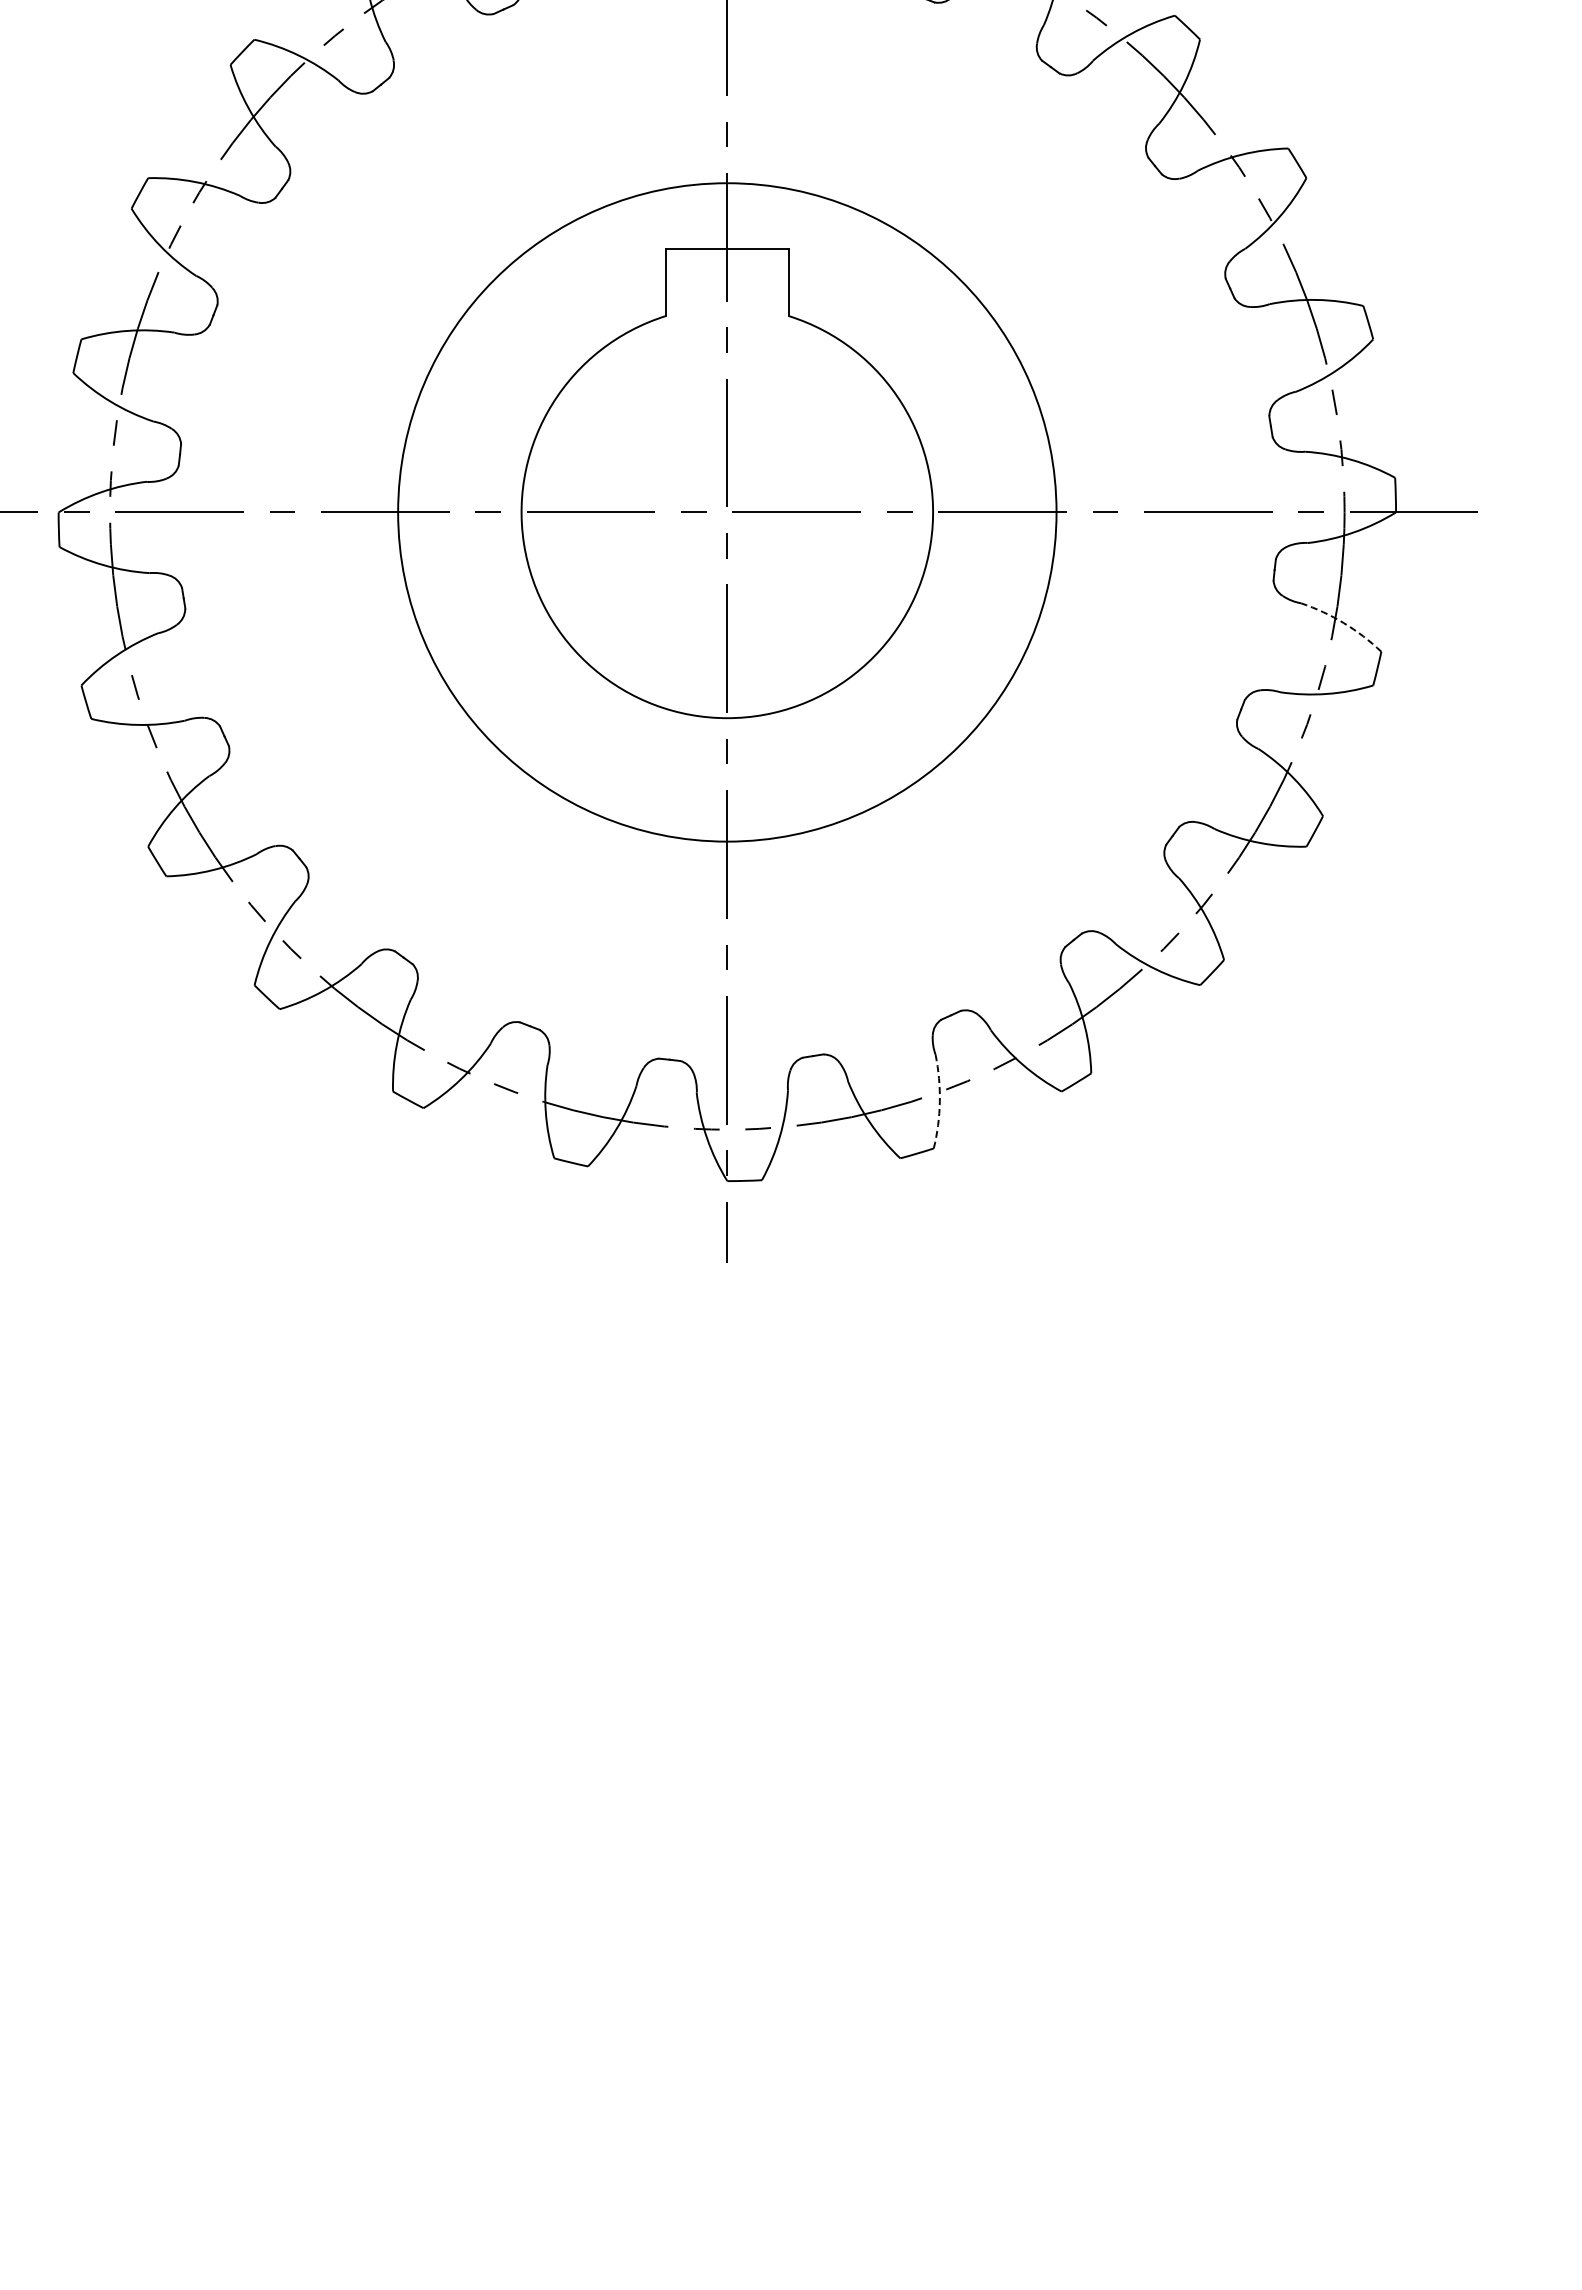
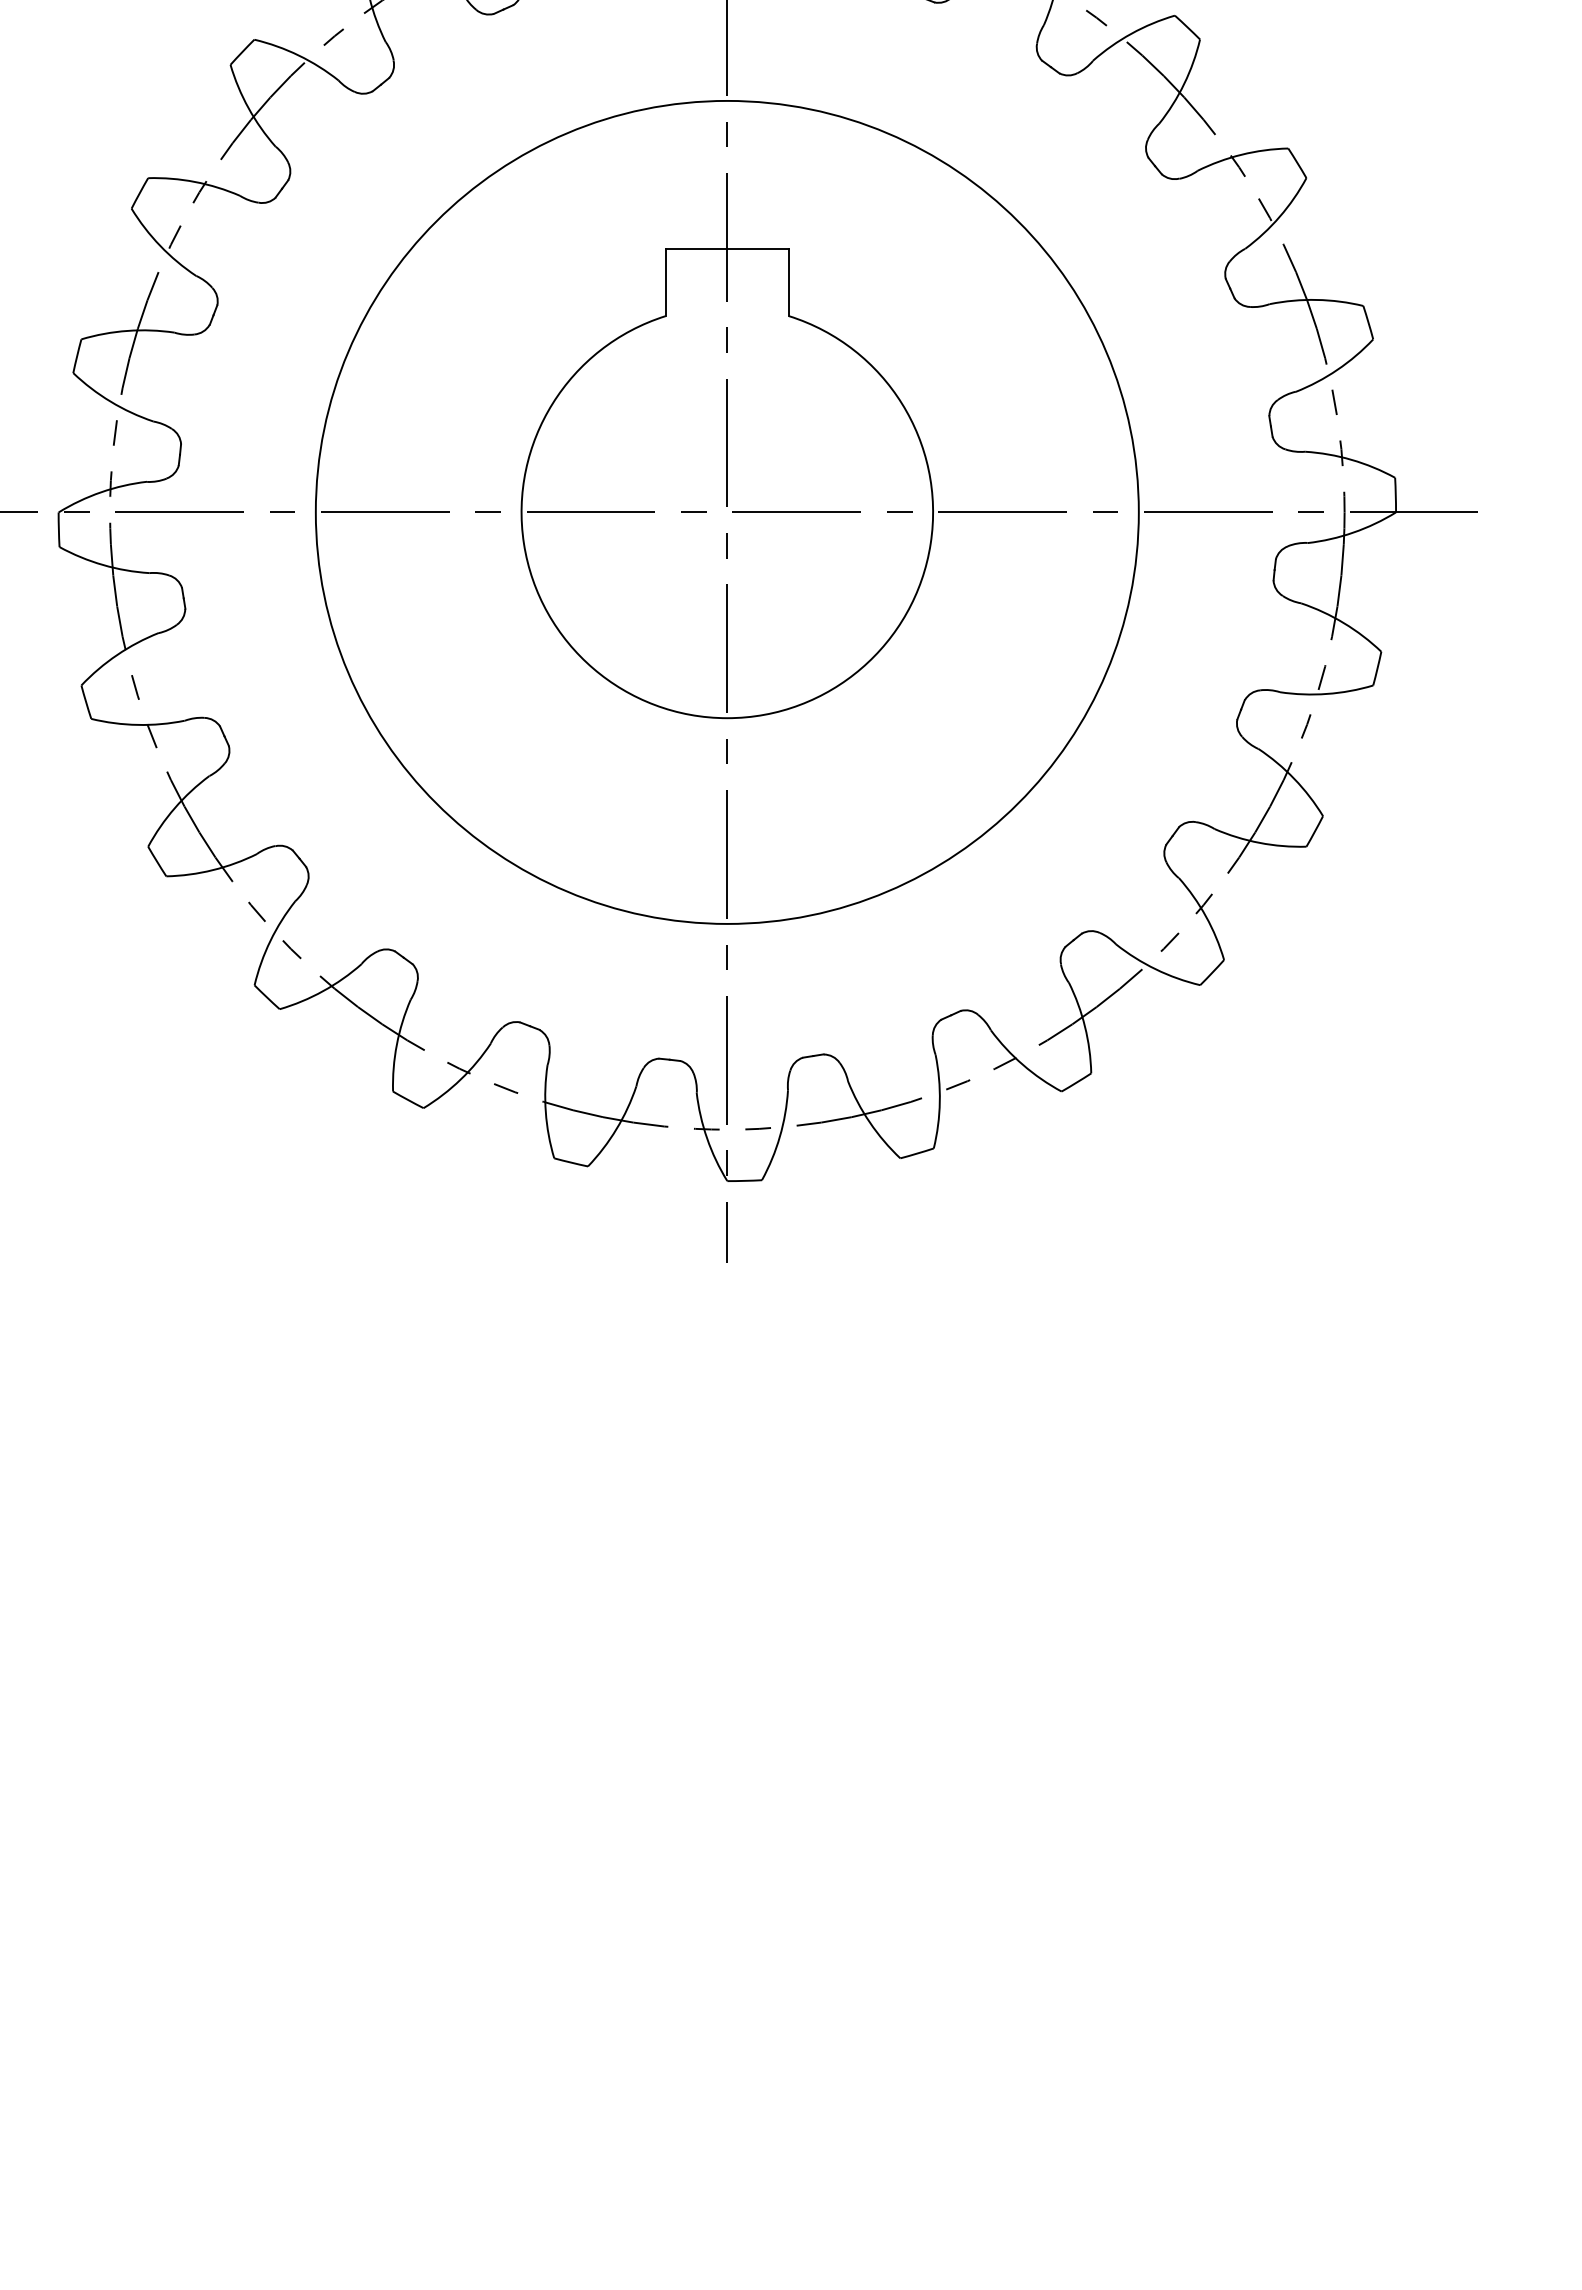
circle at (727, 512) diameter: 658 px -> 823 px
arc at (1343, 623): dashed -> solid
arc at (939, 1101): dashed -> solid
